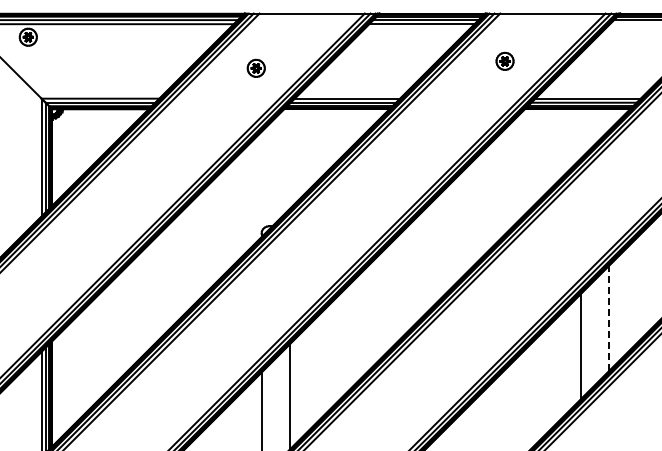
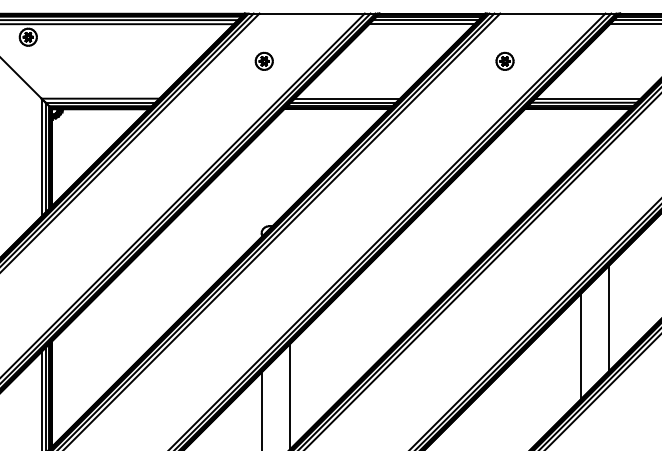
line at (633, 24): none -> present
part at (255, 67) position: (255, 67) -> (263, 60)
line at (609, 318): dashed -> solid
